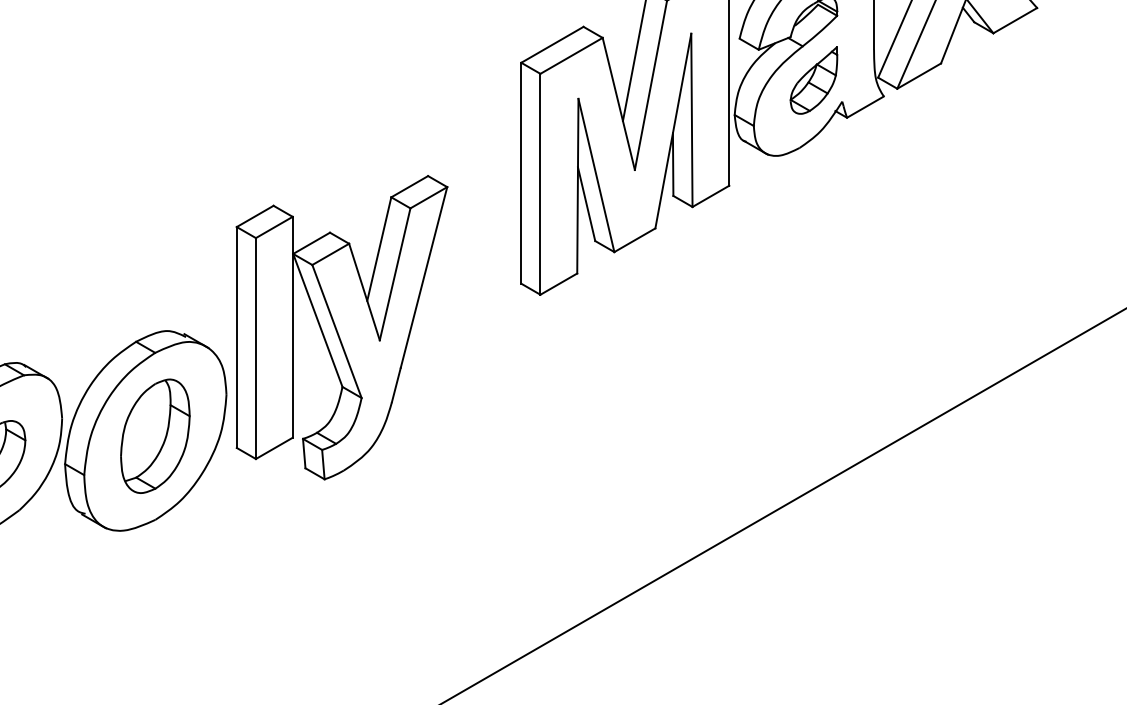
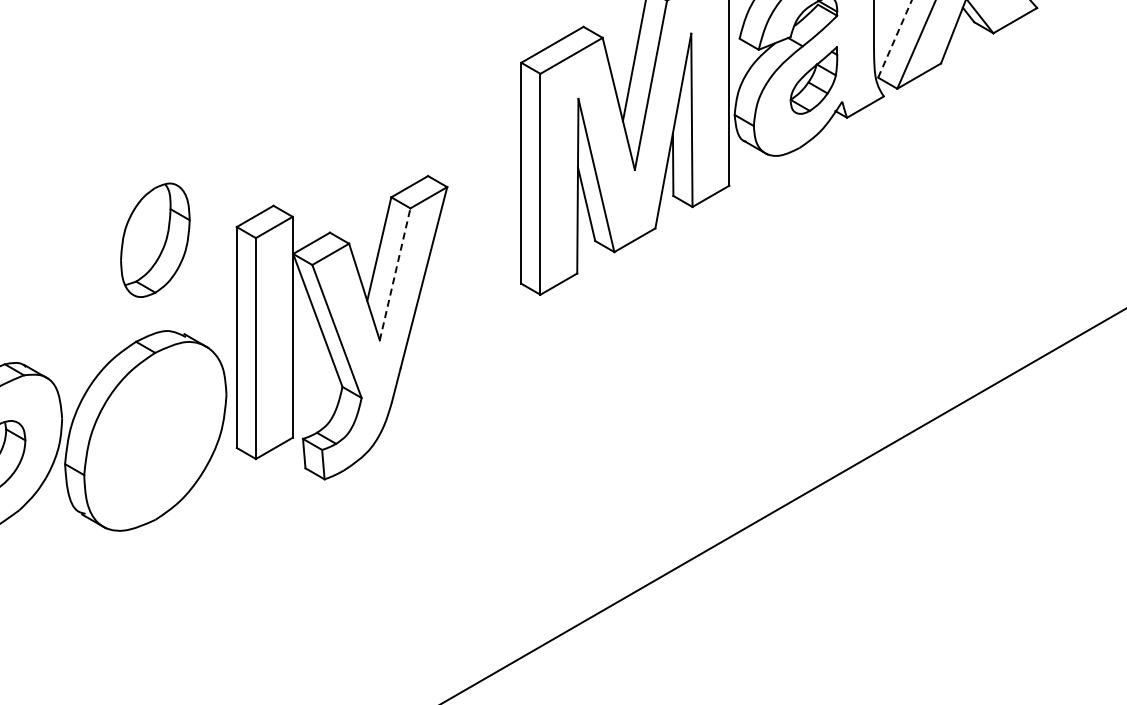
line at (895, 38): solid -> dashed
line at (395, 274): solid -> dashed
part at (155, 435) position: (155, 435) -> (155, 239)
